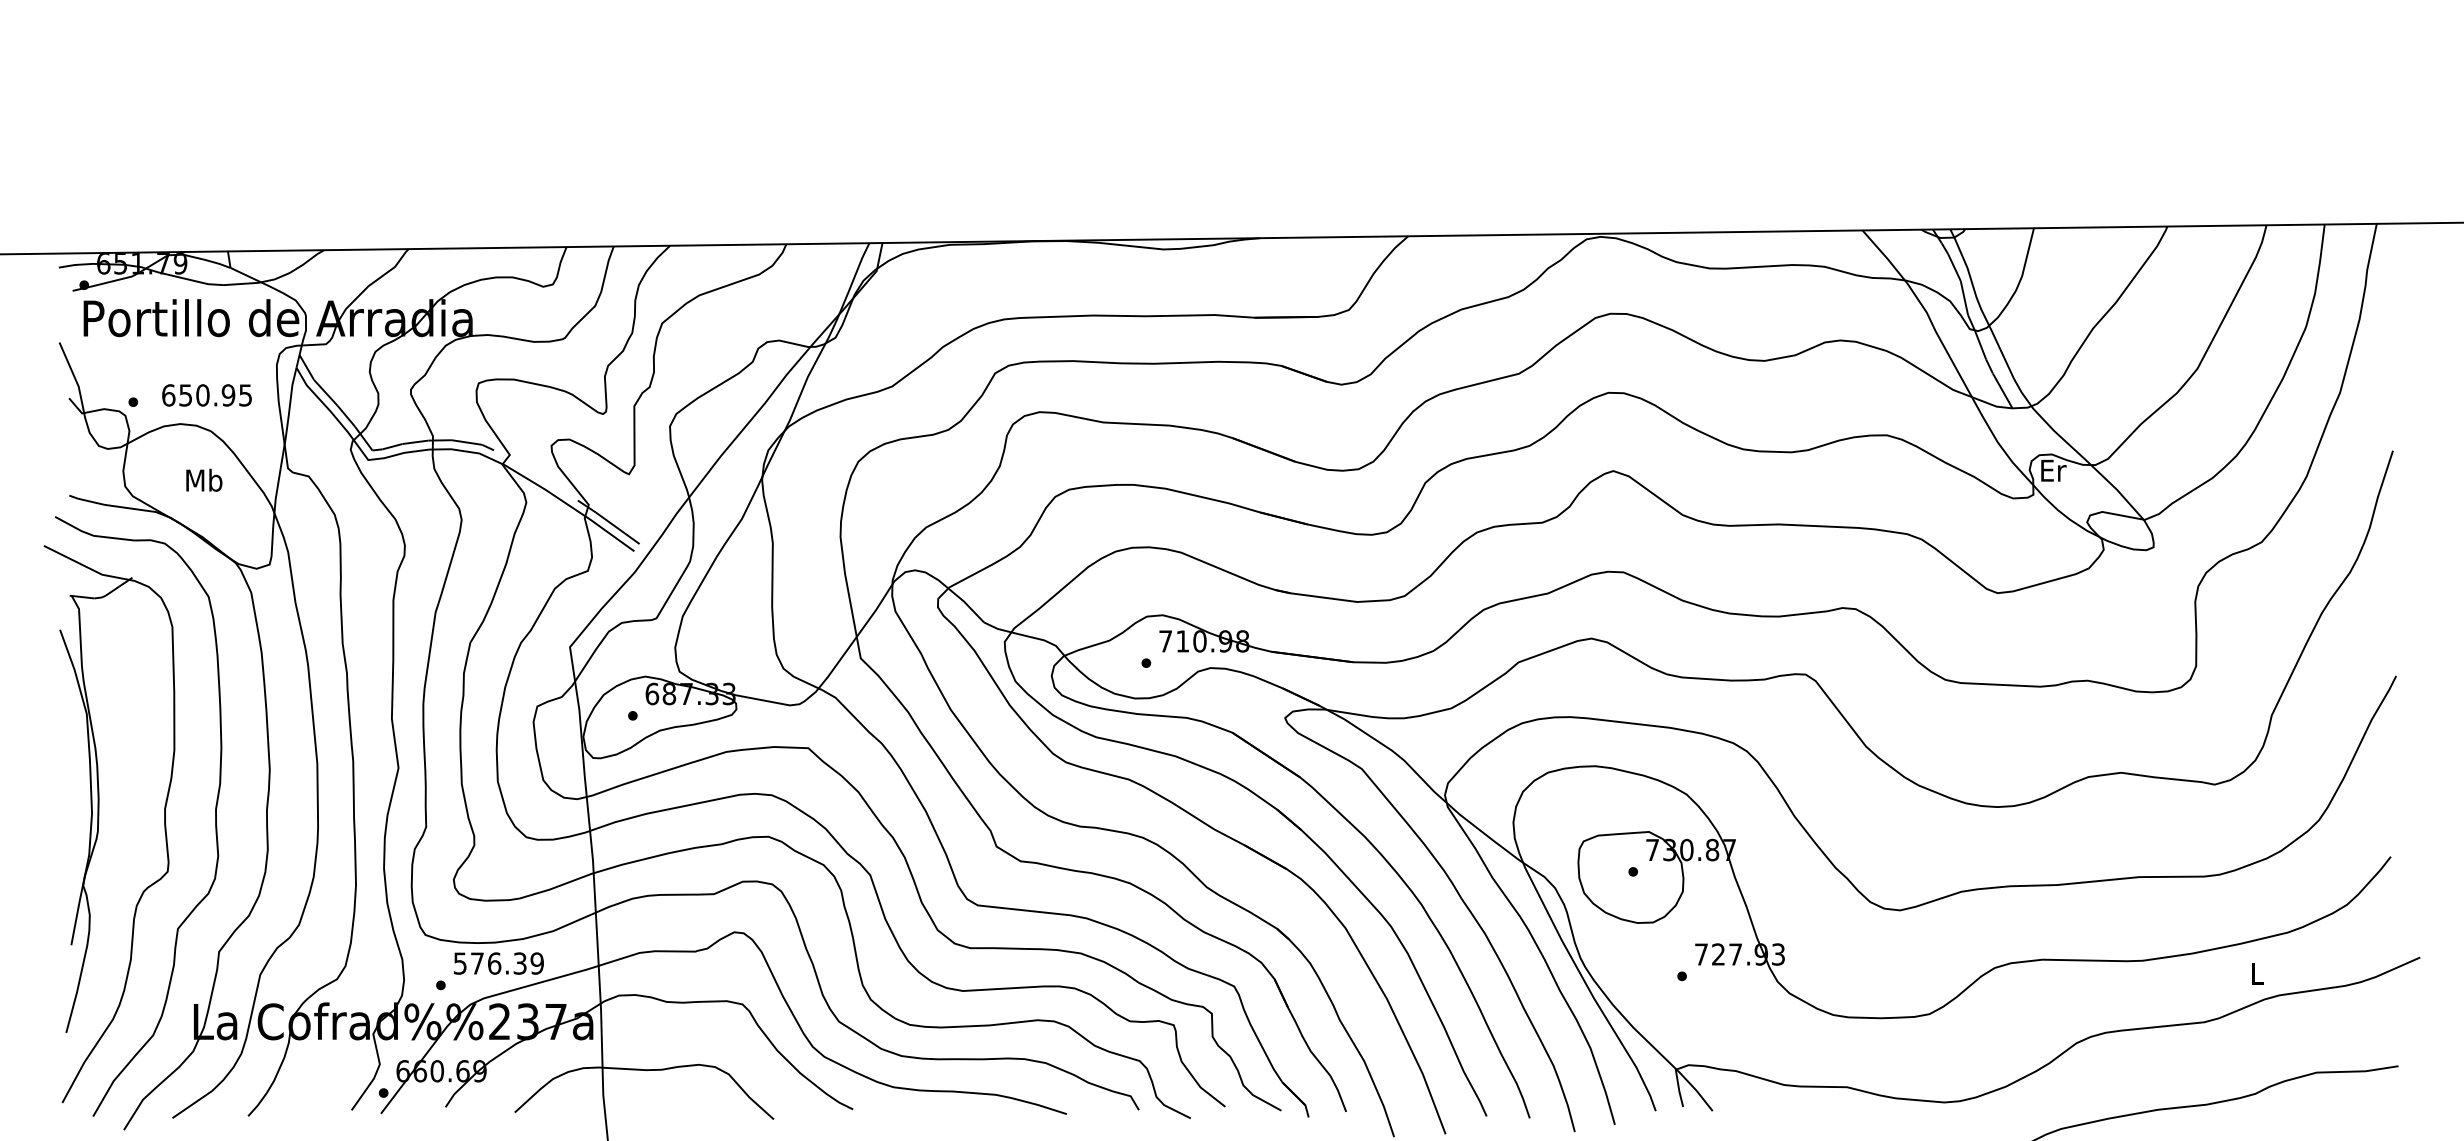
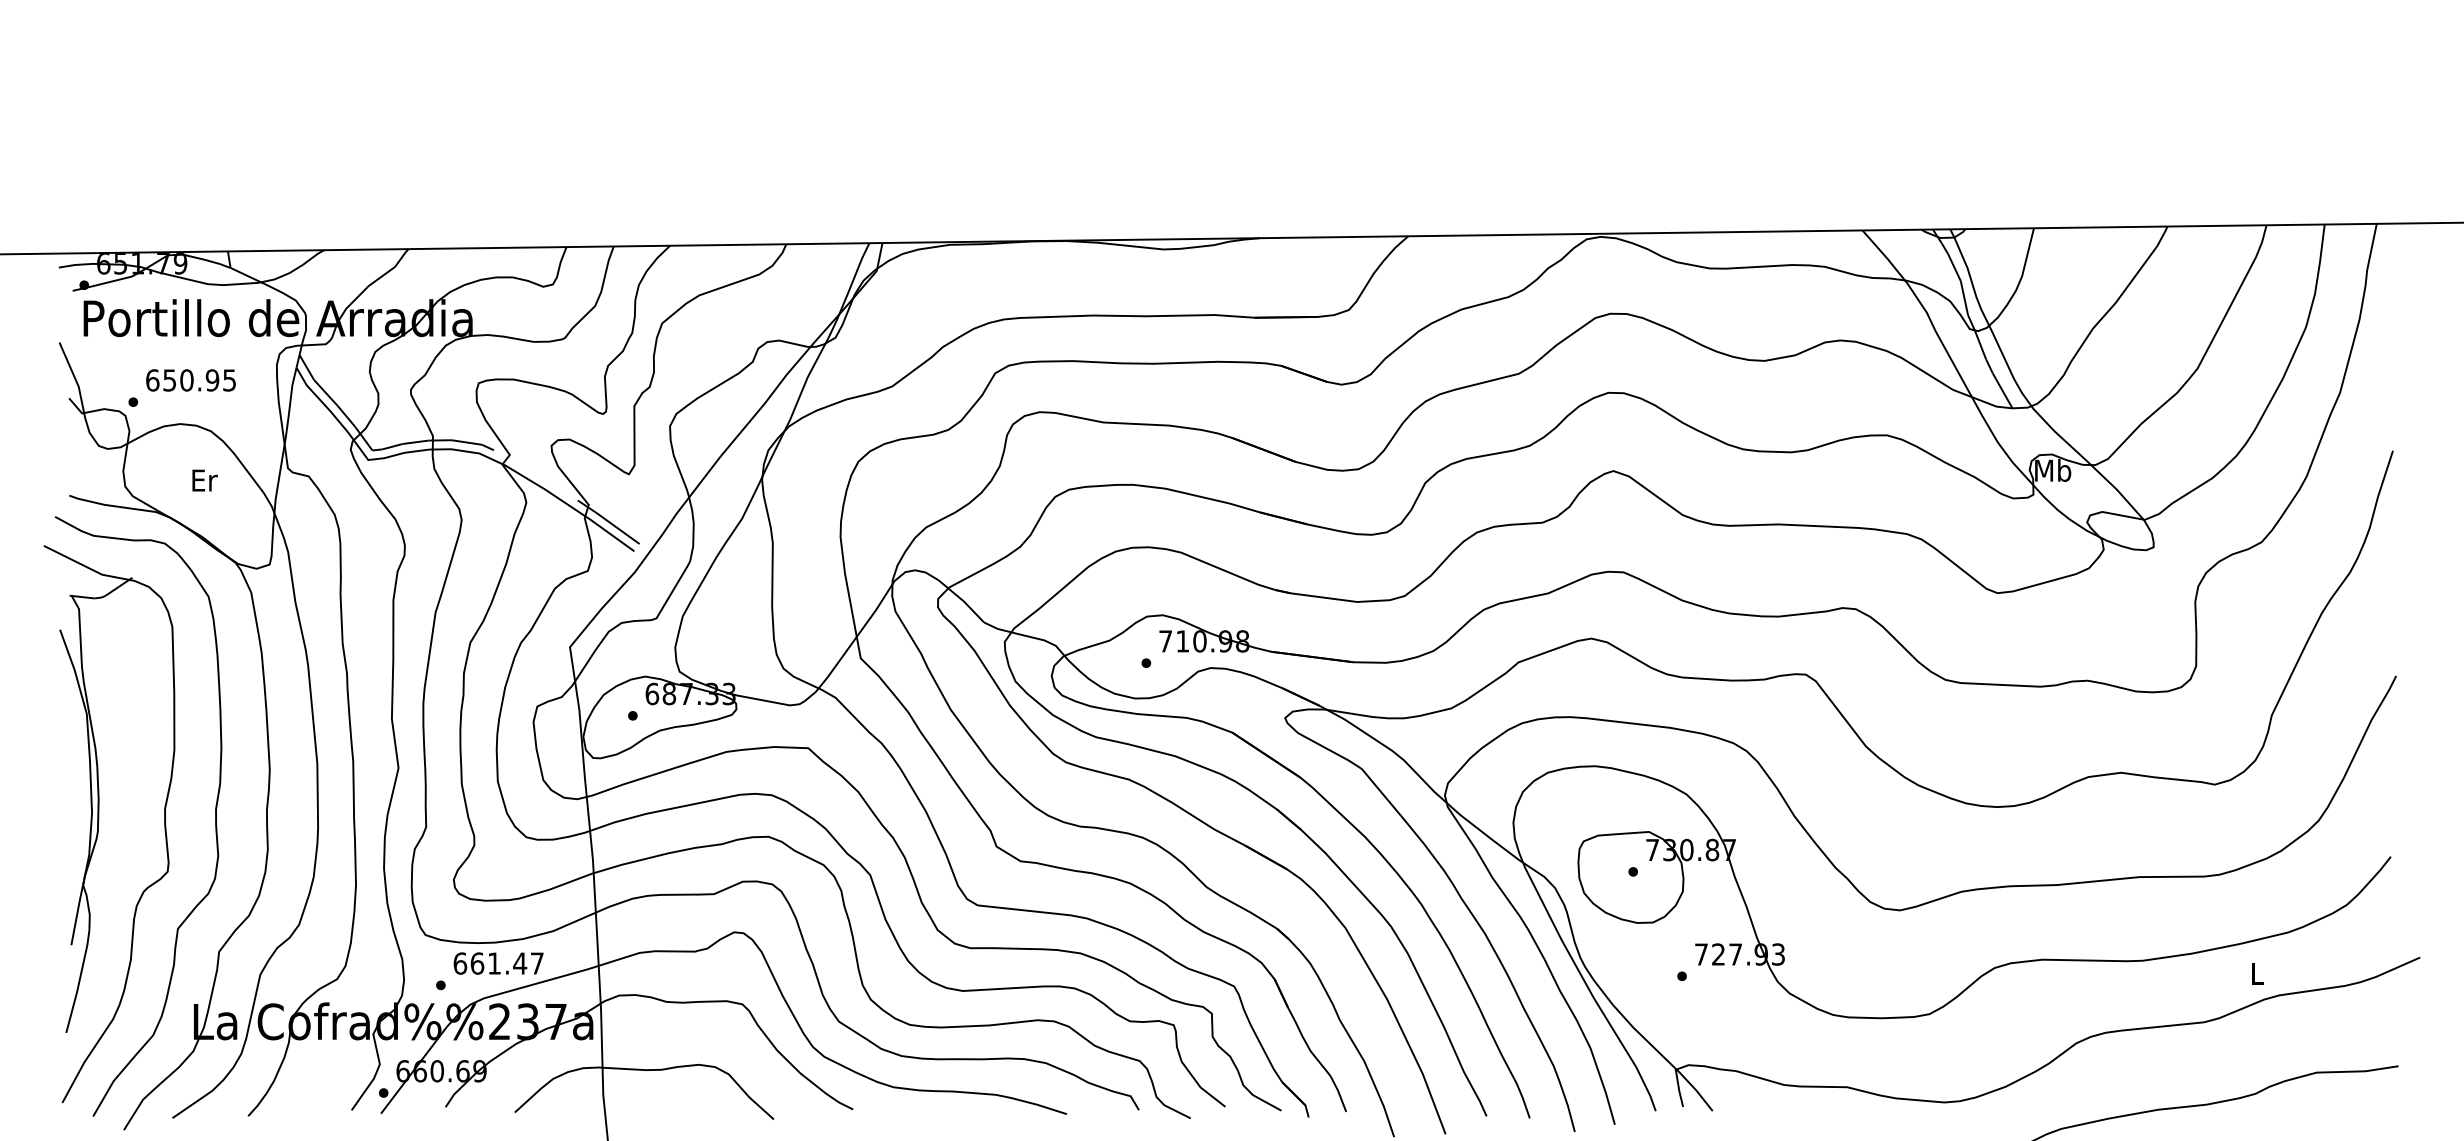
text at (206, 395) position: (206, 395) -> (190, 380)
text at (2053, 470): Er -> Mb
text at (204, 479): Mb -> Er
text at (498, 963): 576.39 -> 661.47
